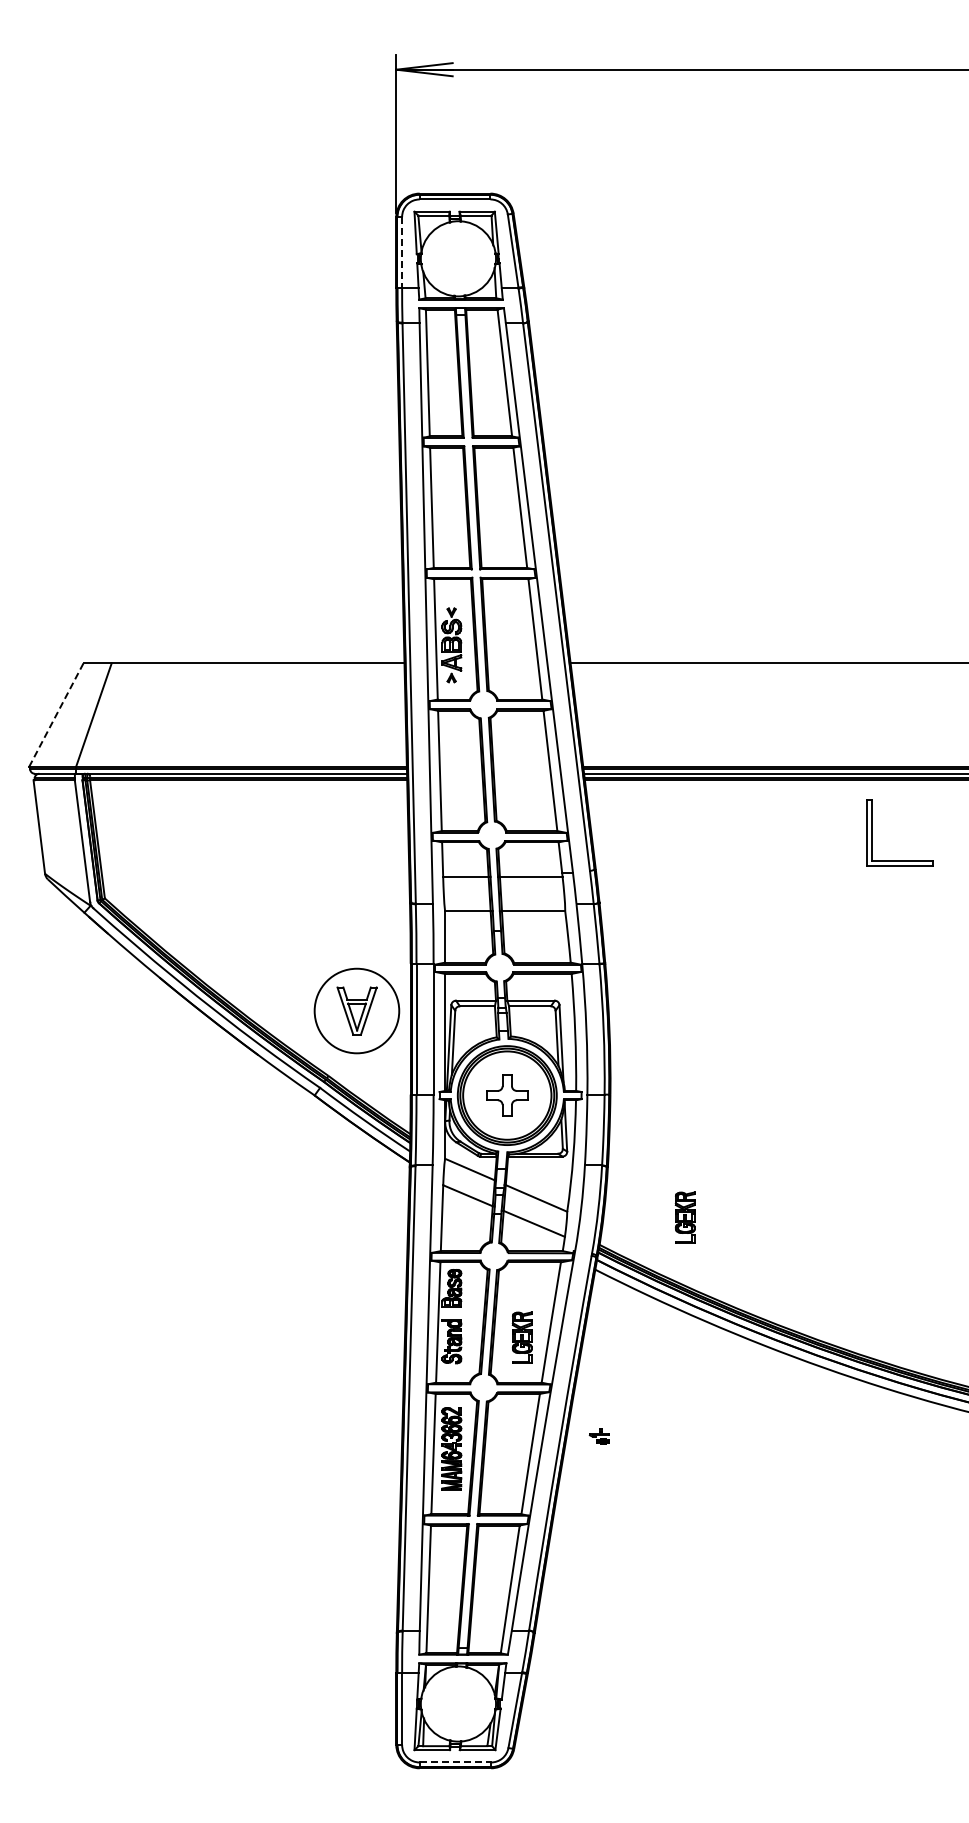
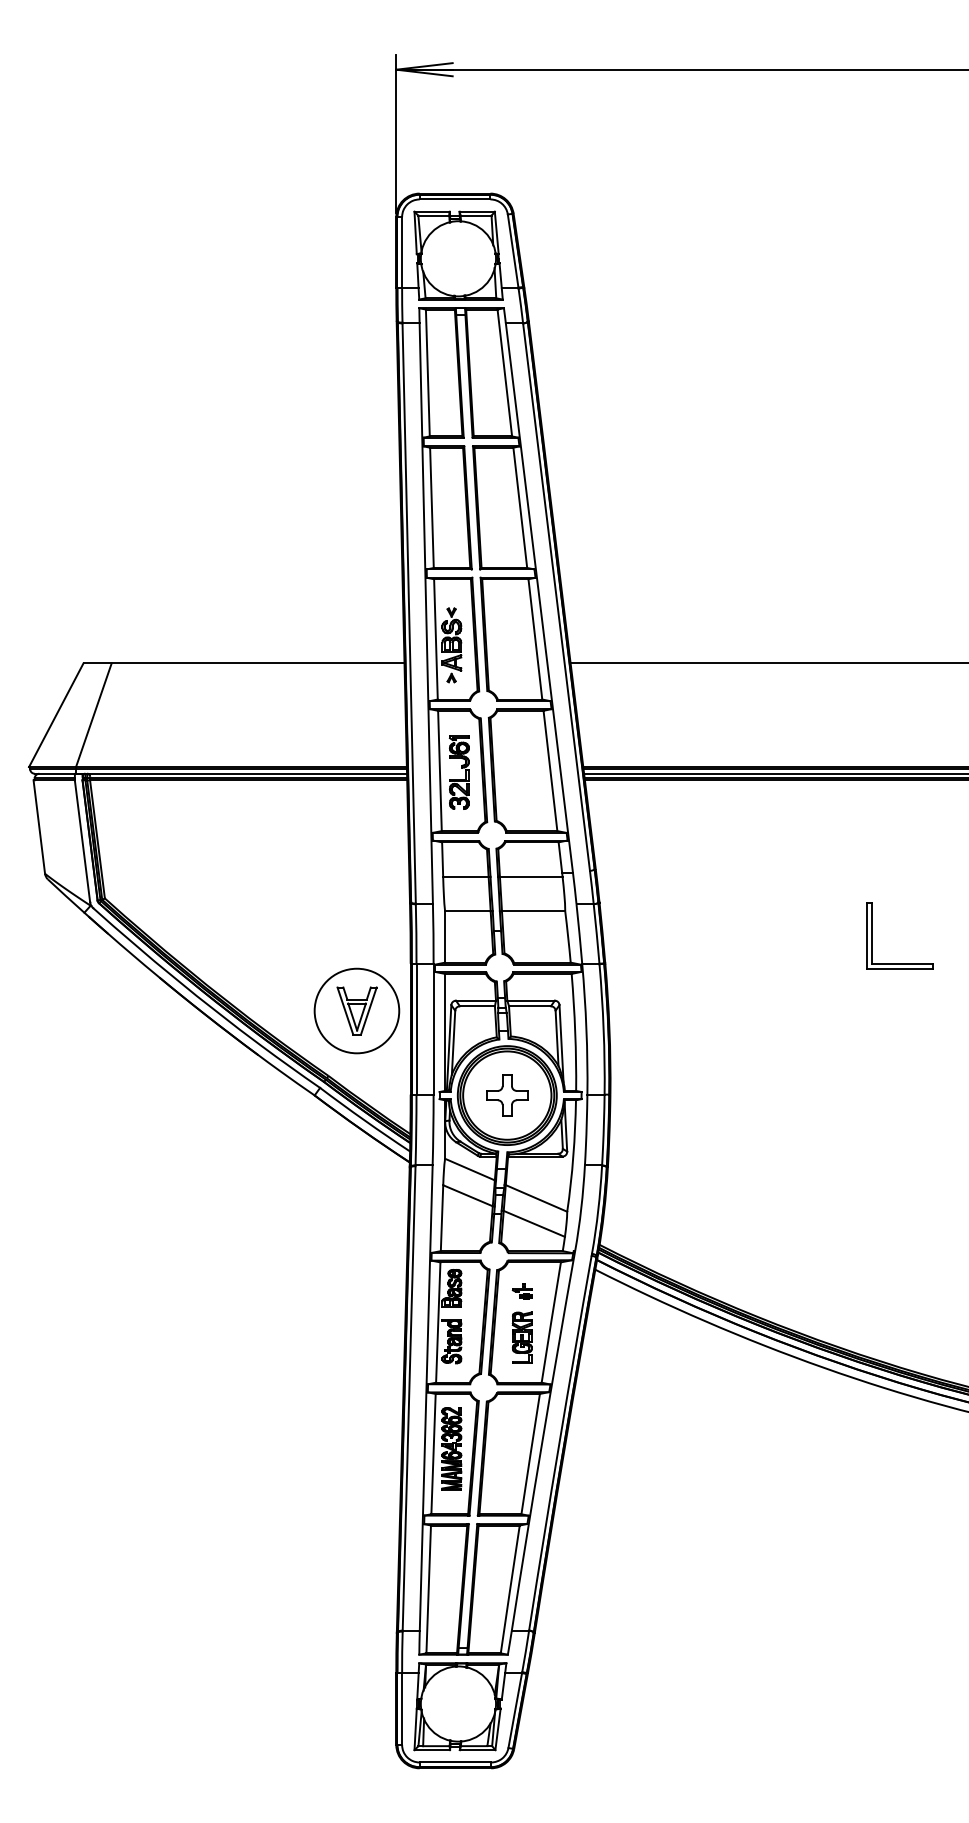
line at (402, 252): dashed -> solid
line at (56, 715): dashed -> solid
part at (458, 772): none -> present
part at (872, 832) position: (872, 832) -> (872, 935)
part at (684, 1217): present -> none
part at (598, 1436) position: (598, 1436) -> (521, 1291)
line at (455, 1762): dashed -> solid
